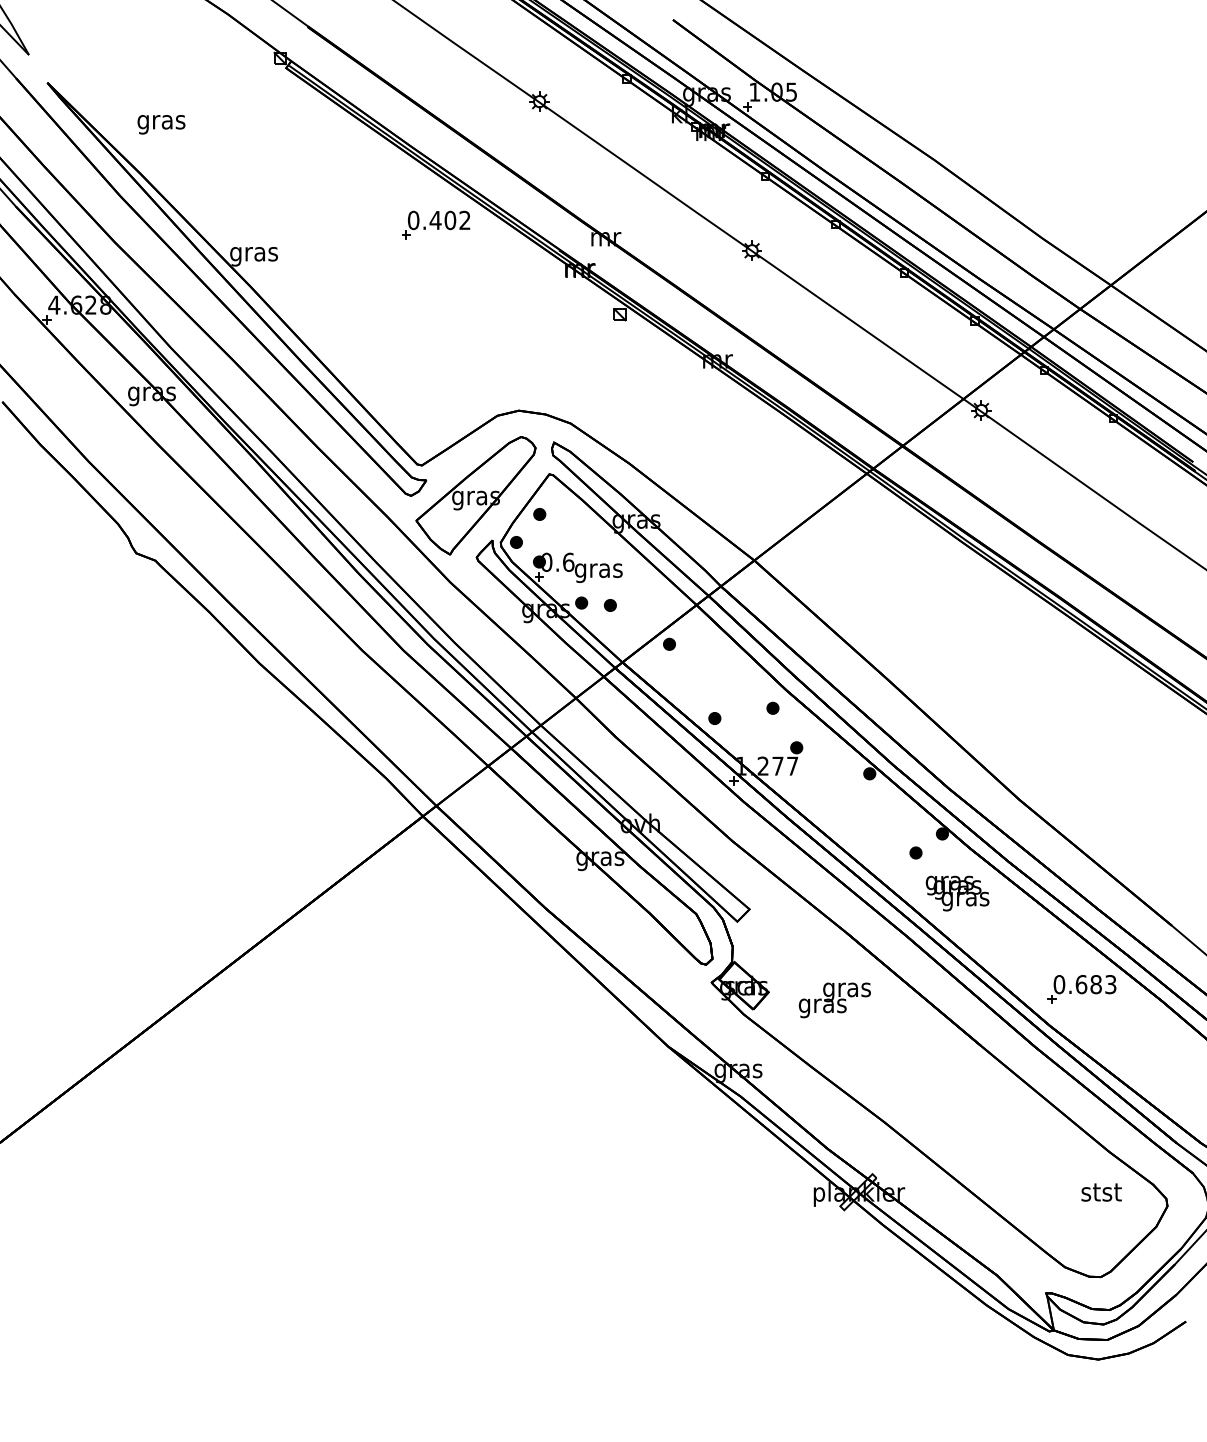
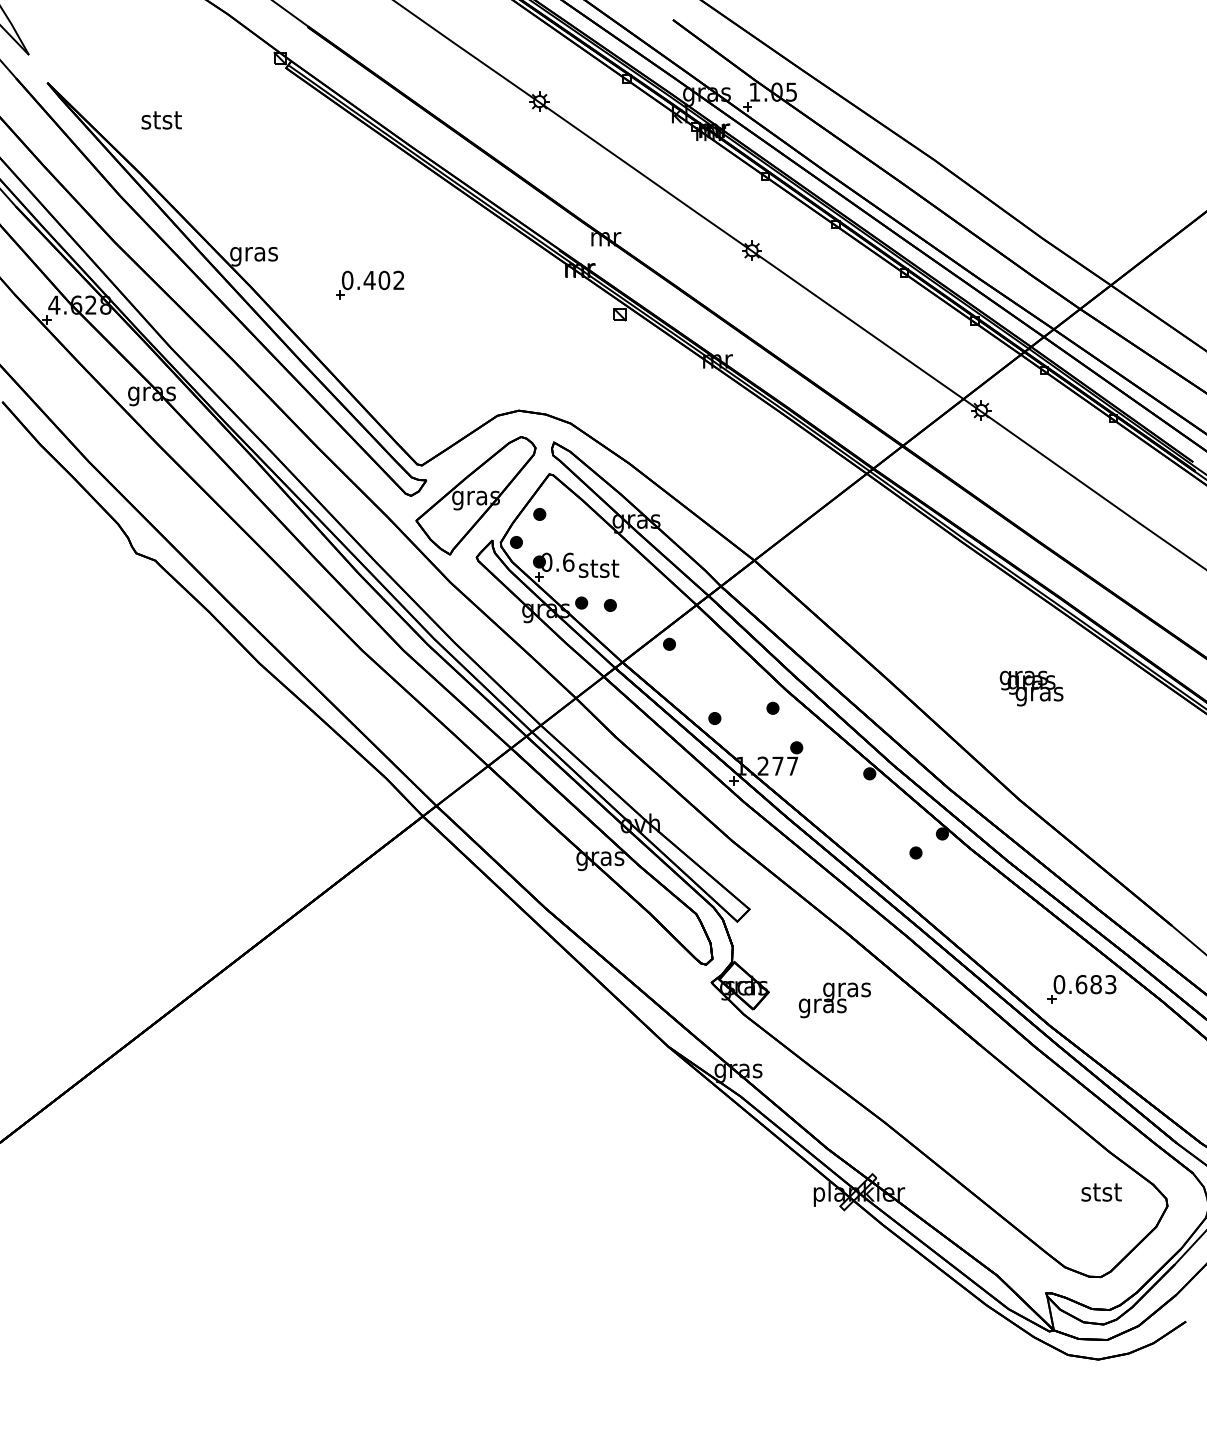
text at (161, 122): gras -> stst
part at (436, 224) position: (436, 224) -> (370, 284)
text at (598, 570): gras -> stst
text at (957, 893) position: (957, 893) -> (1031, 688)
